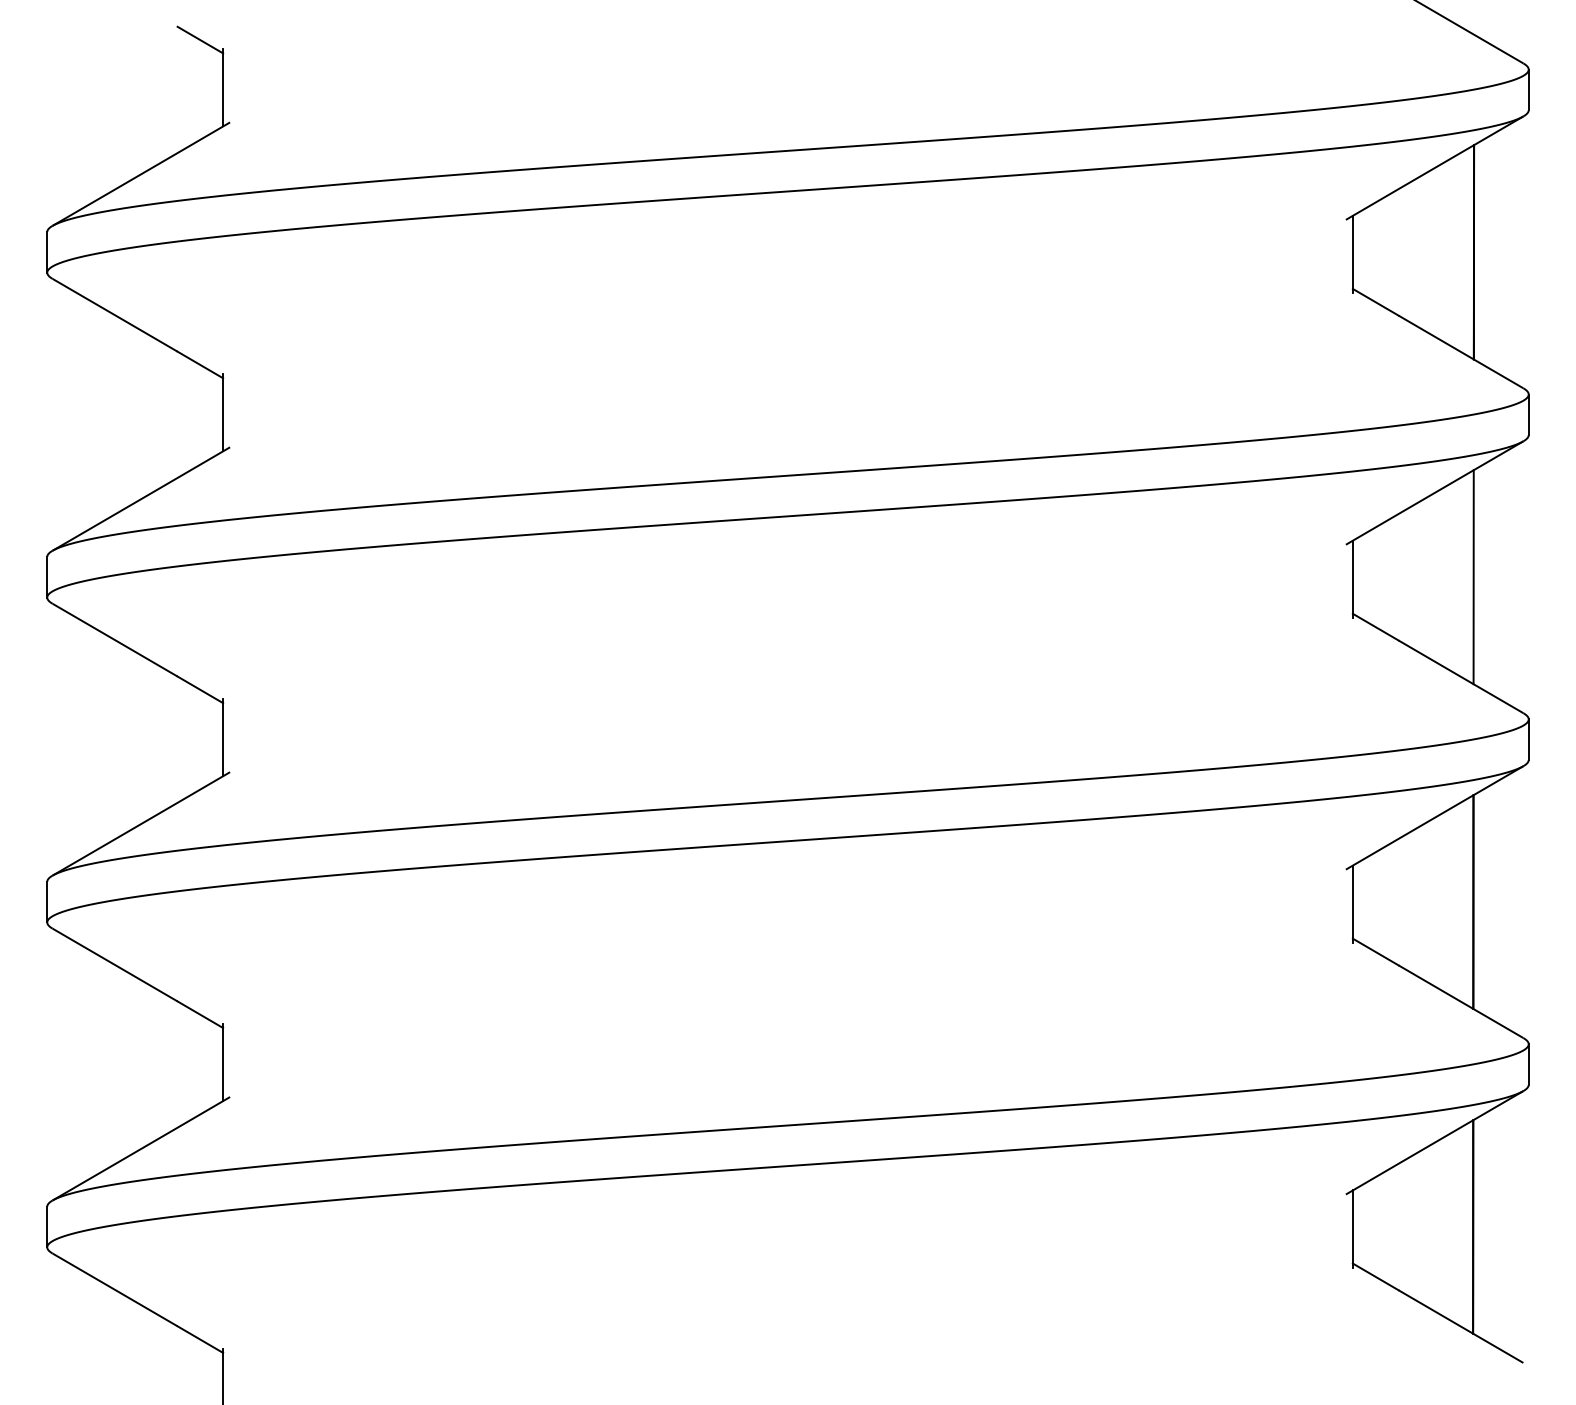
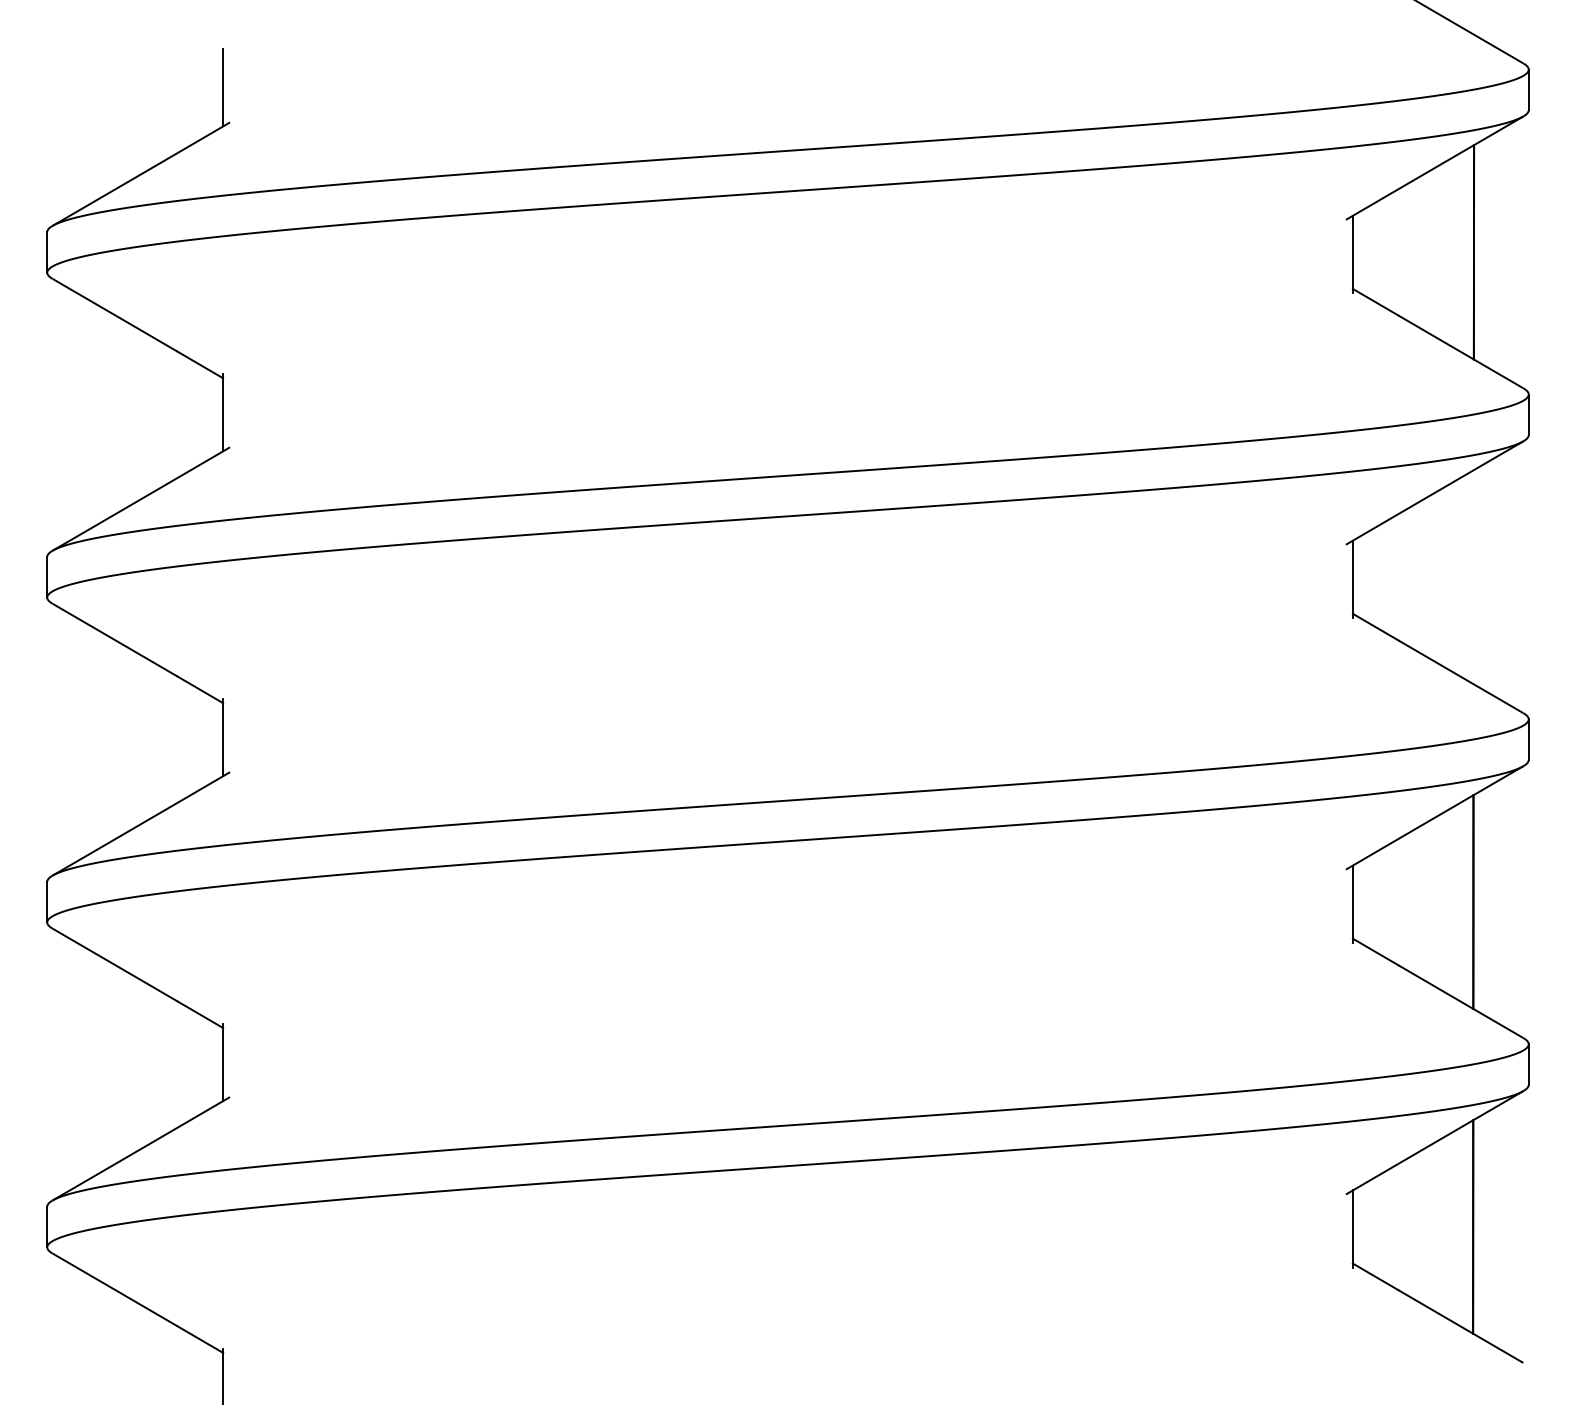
line at (200, 39): present -> none
line at (1473, 577): present -> none
